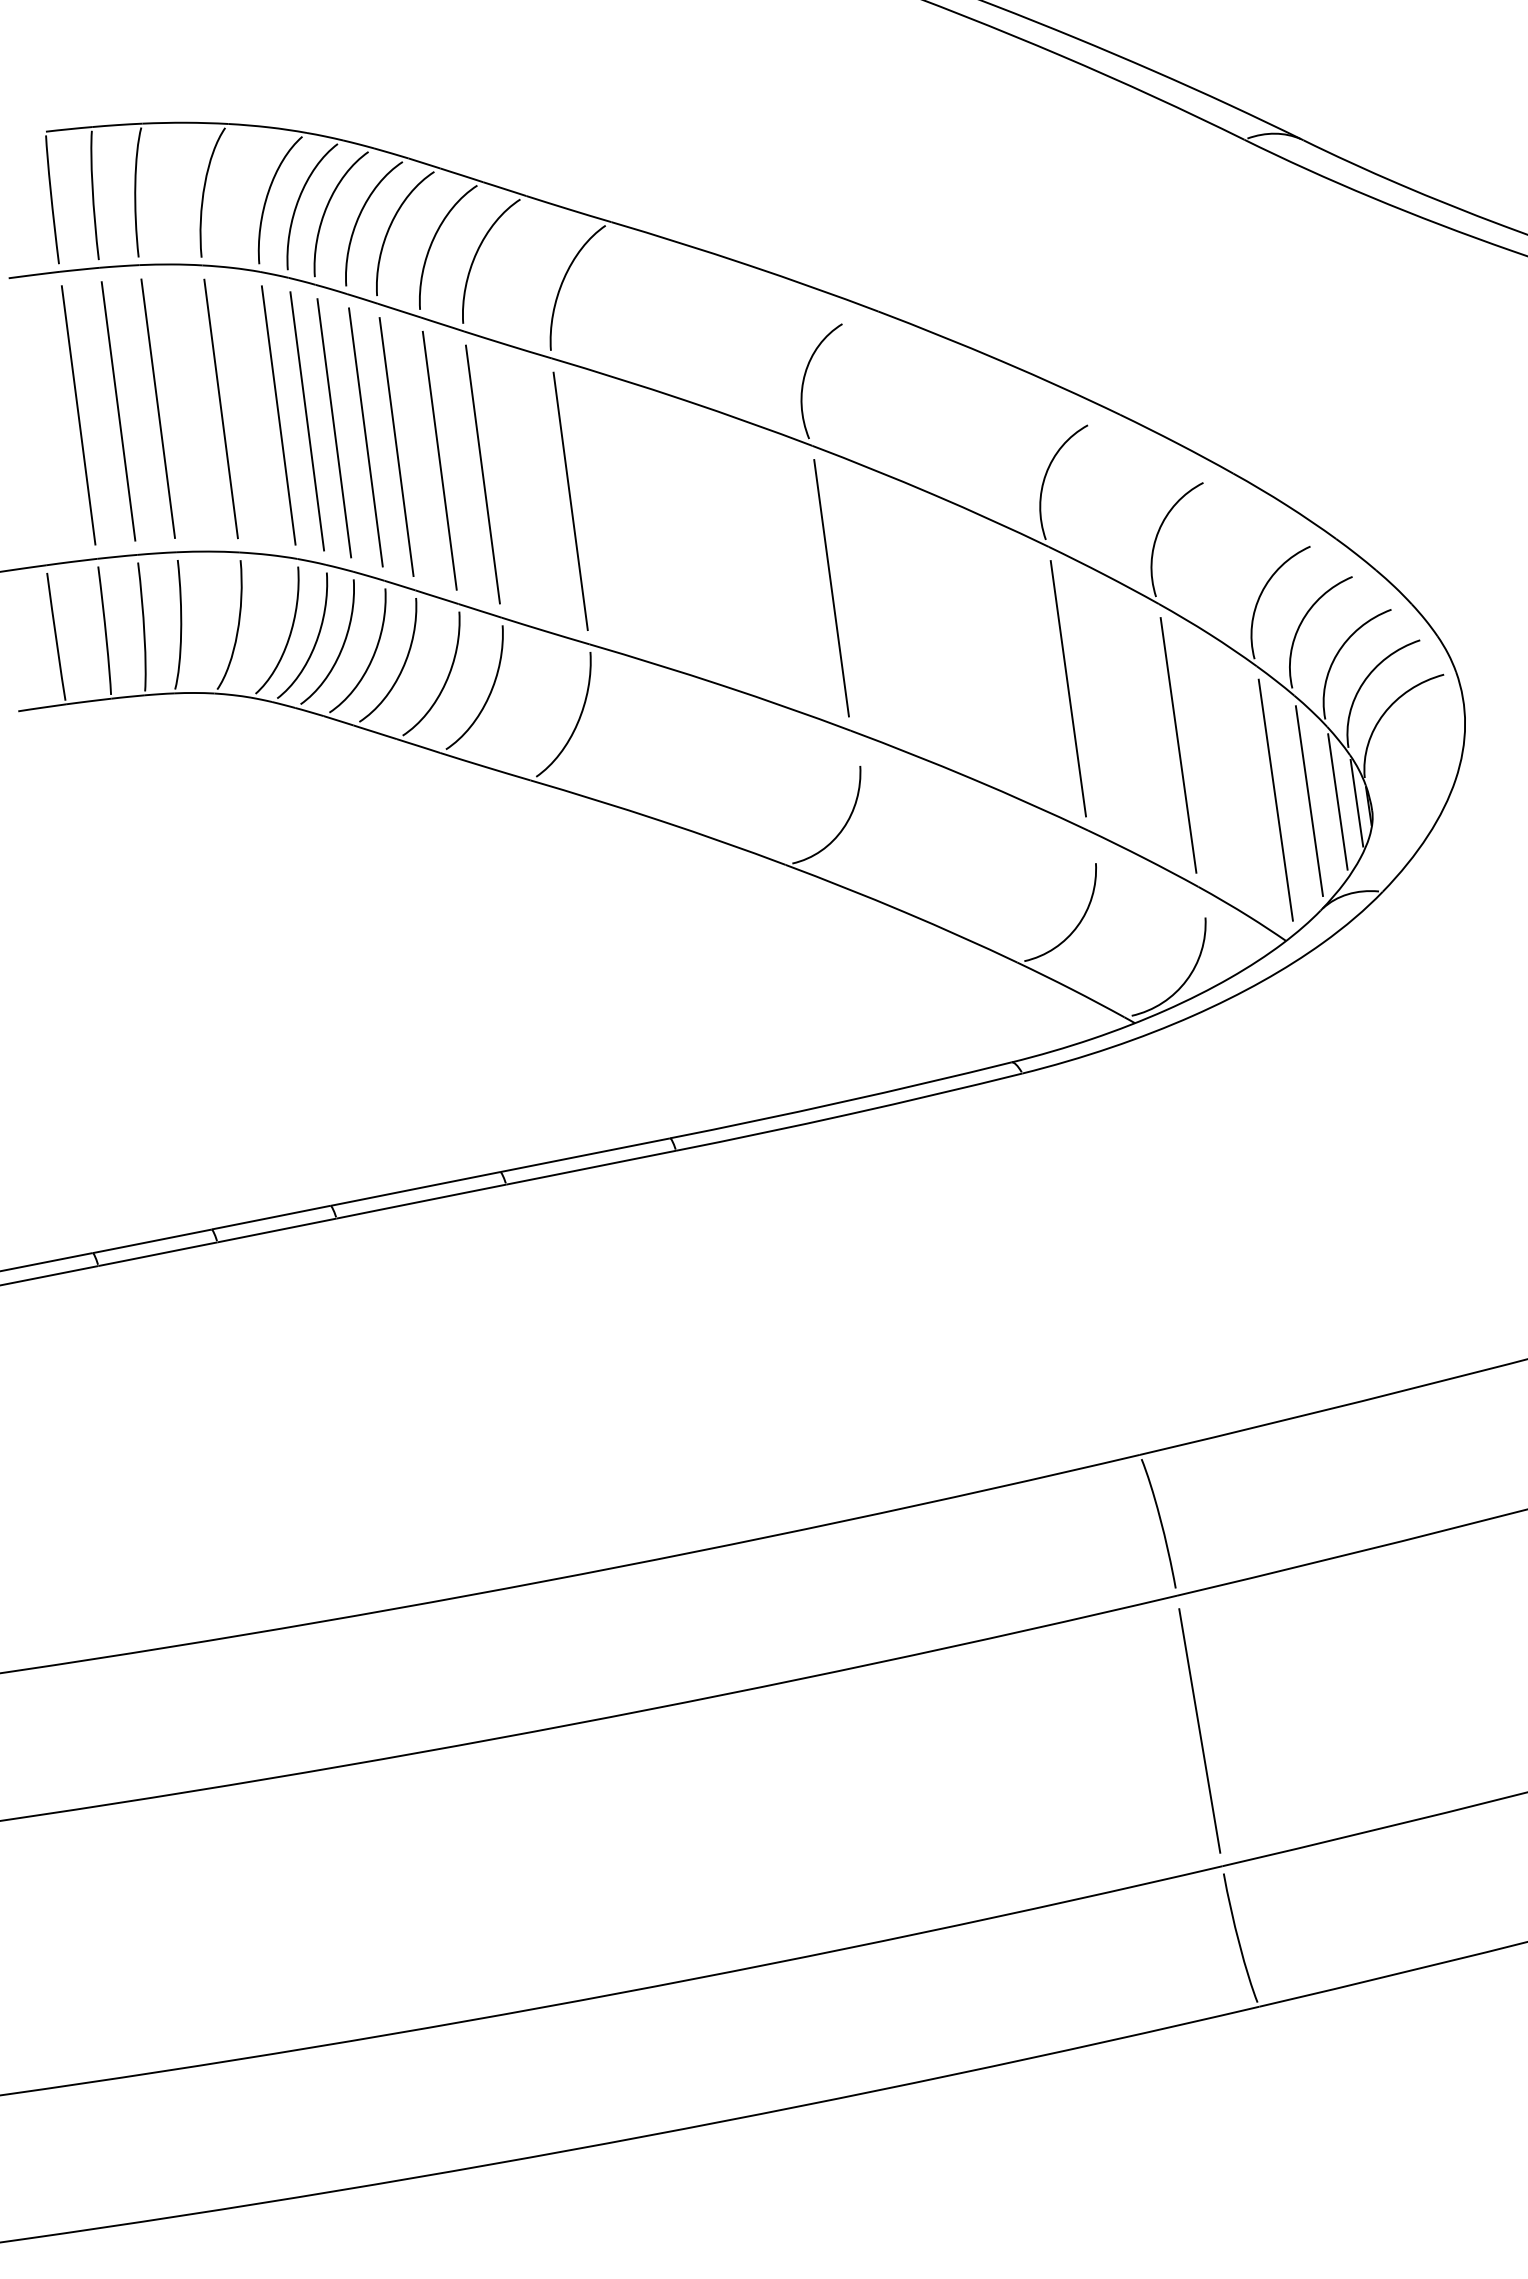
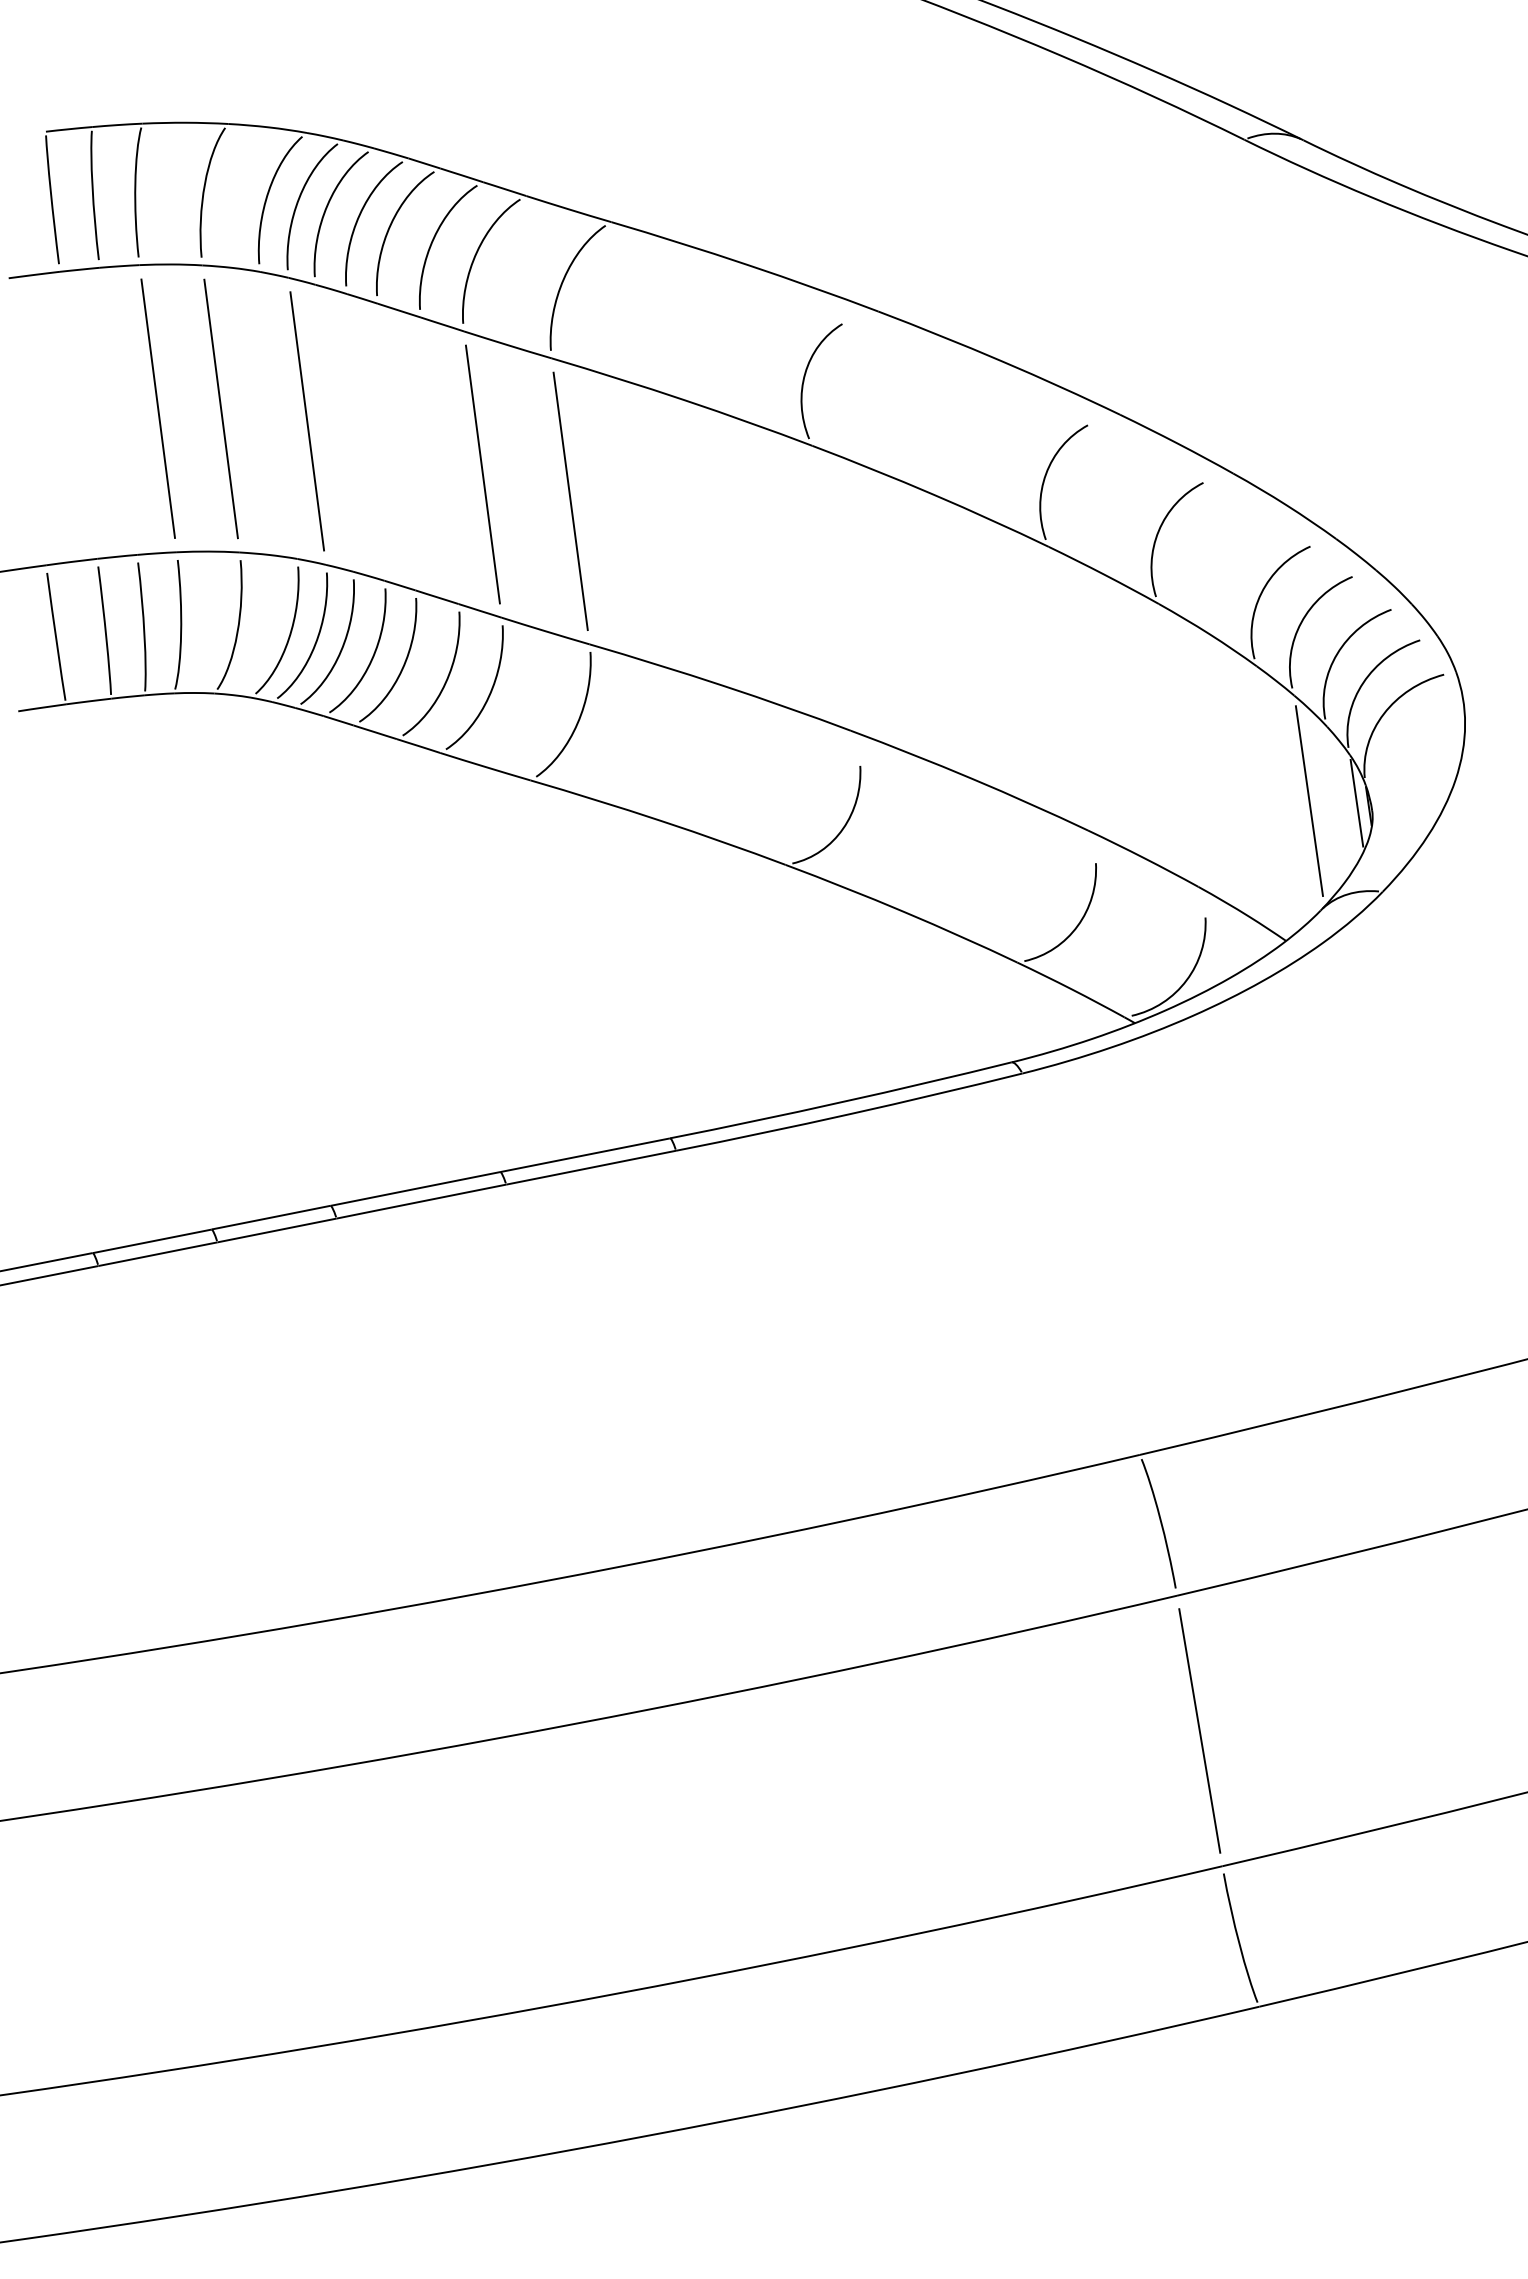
line at (118, 411): present -> none
line at (78, 415): present -> none
line at (278, 415): present -> none
line at (334, 428): present -> none
line at (365, 437): present -> none
line at (396, 447): present -> none
line at (439, 460): present -> none
line at (831, 588): present -> none
line at (1068, 688): present -> none
line at (1178, 745): present -> none
line at (1275, 799): present -> none
line at (1337, 801): present -> none
